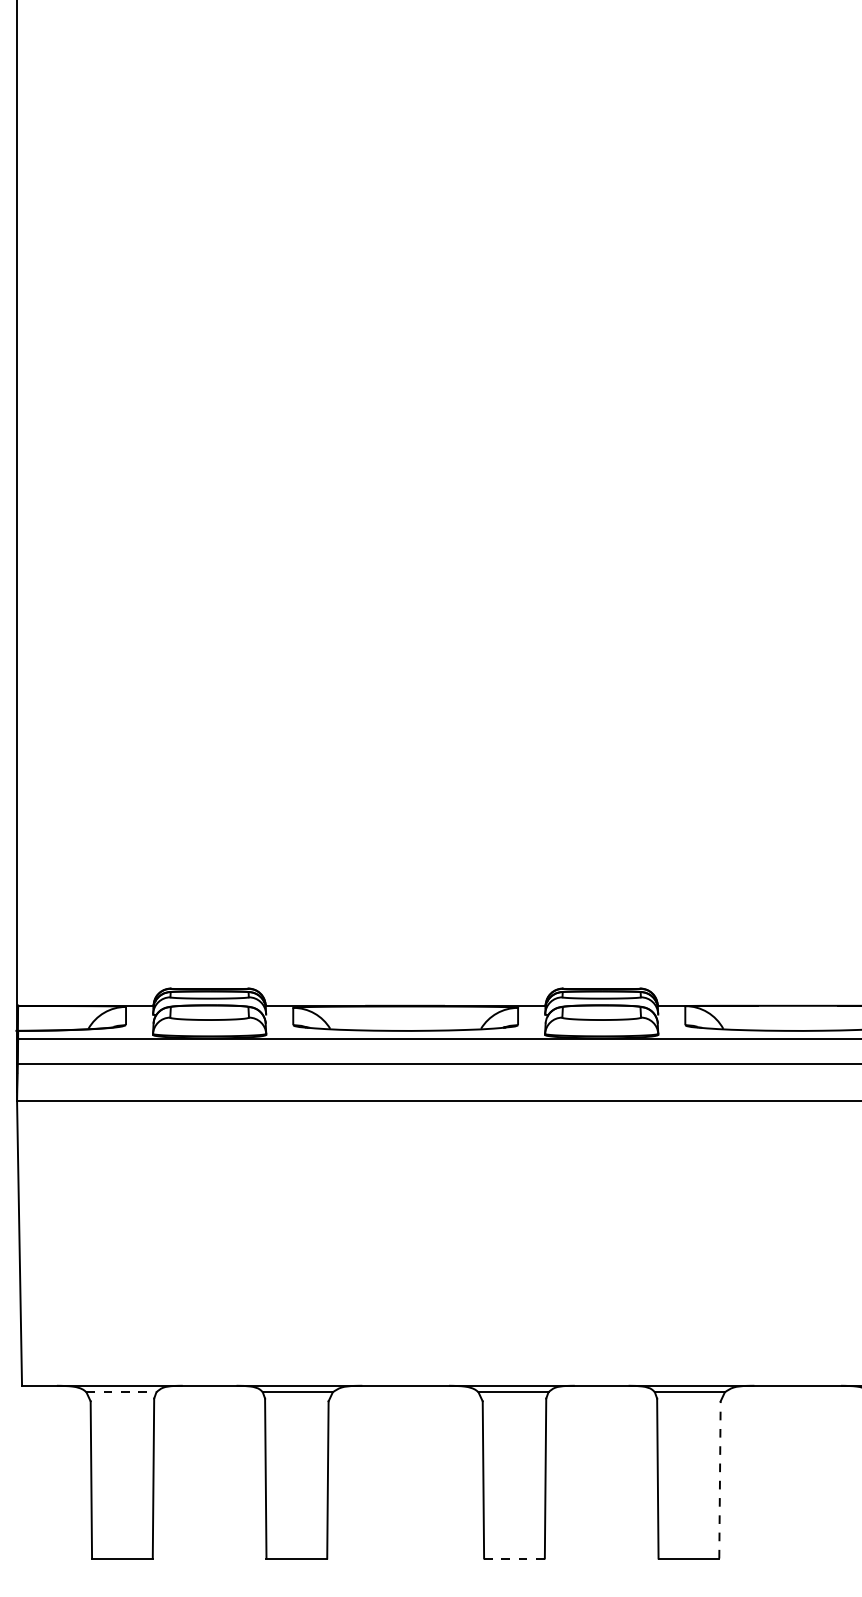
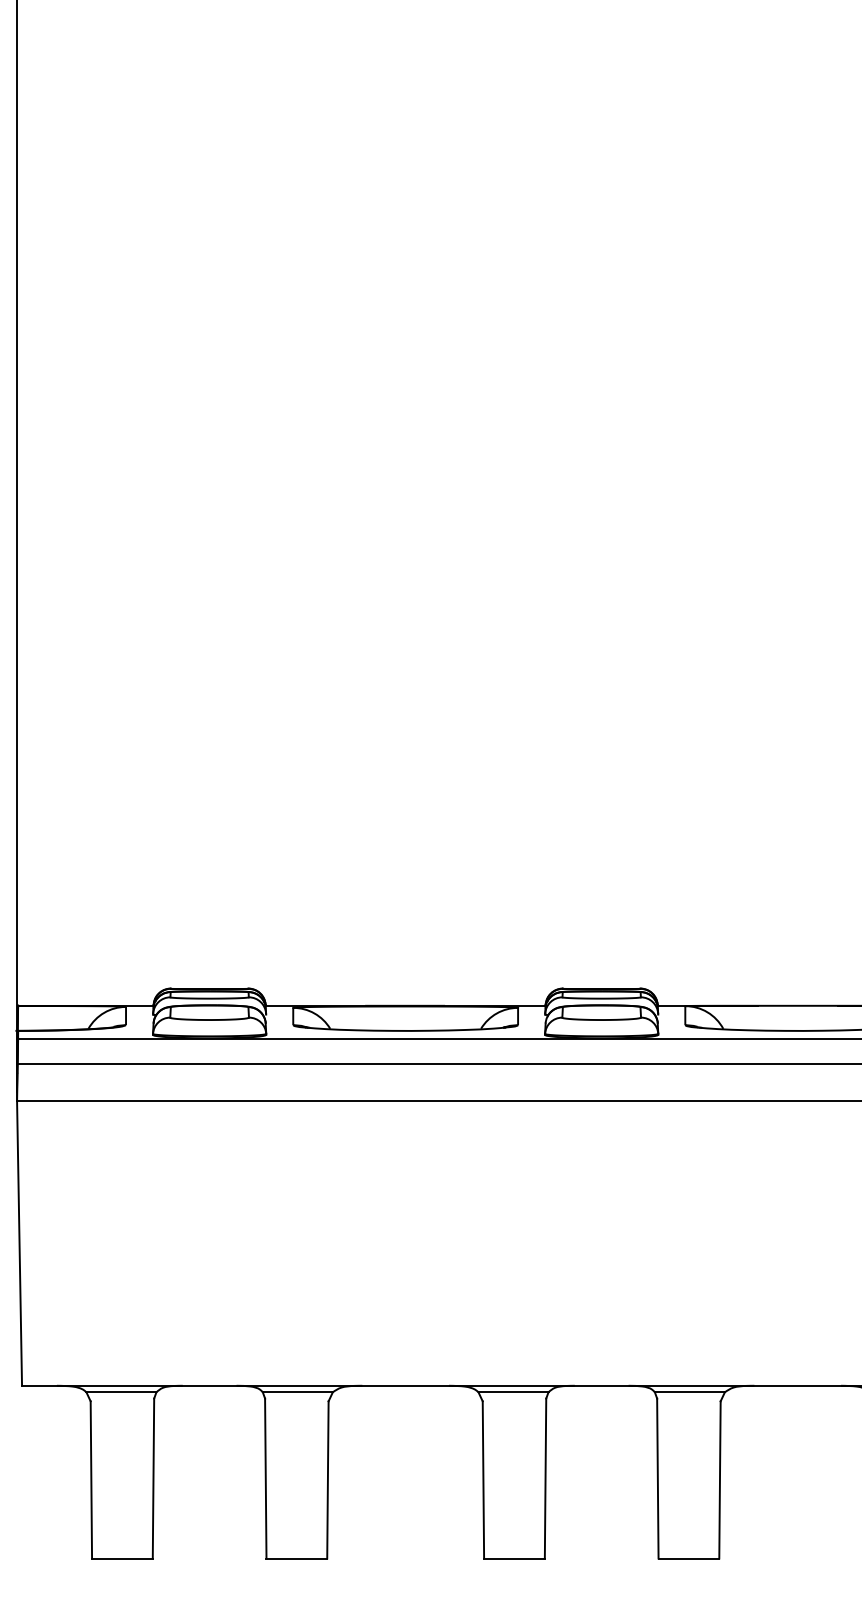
line at (121, 1392): dashed -> solid
line at (719, 1479): dashed -> solid
line at (514, 1558): dashed -> solid
